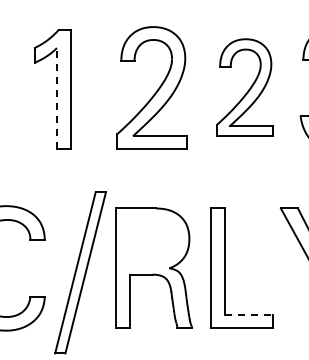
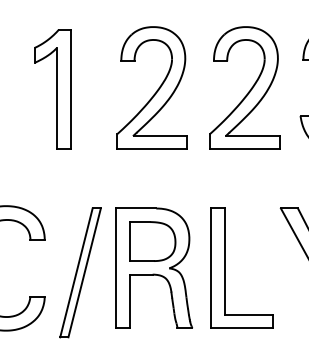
part at (244, 87) size: 58x99 px -> 72x124 px
line at (56, 97): dashed -> solid
part at (152, 241): none -> present
part at (80, 272) size: 53x164 px -> 43x132 px
line at (249, 314): dashed -> solid
